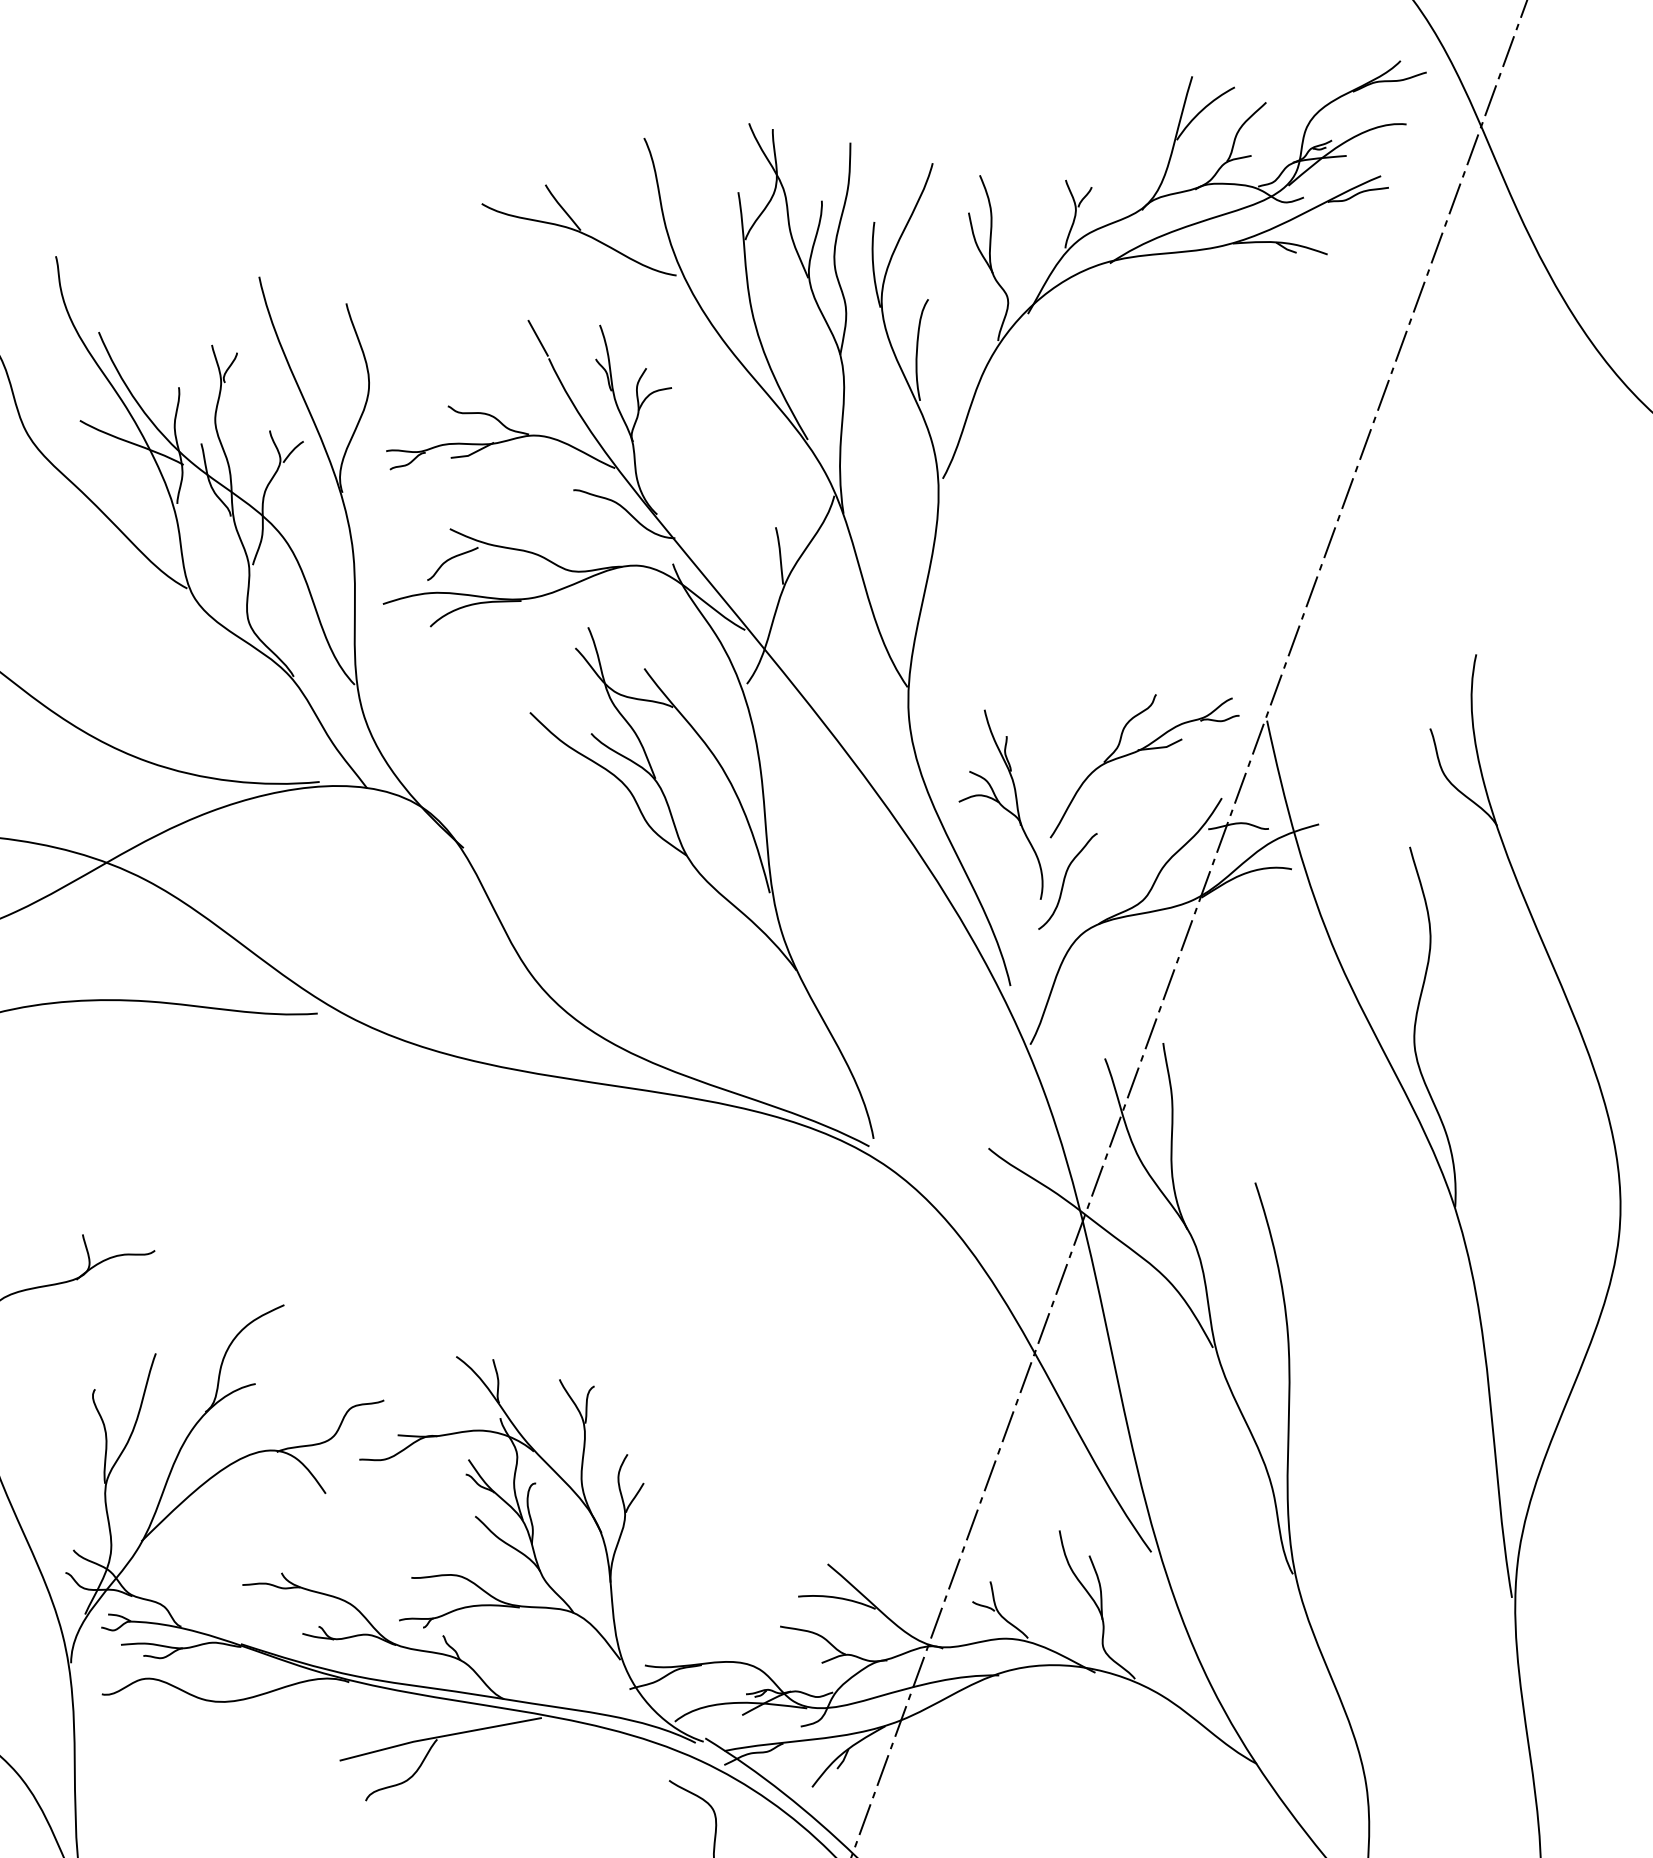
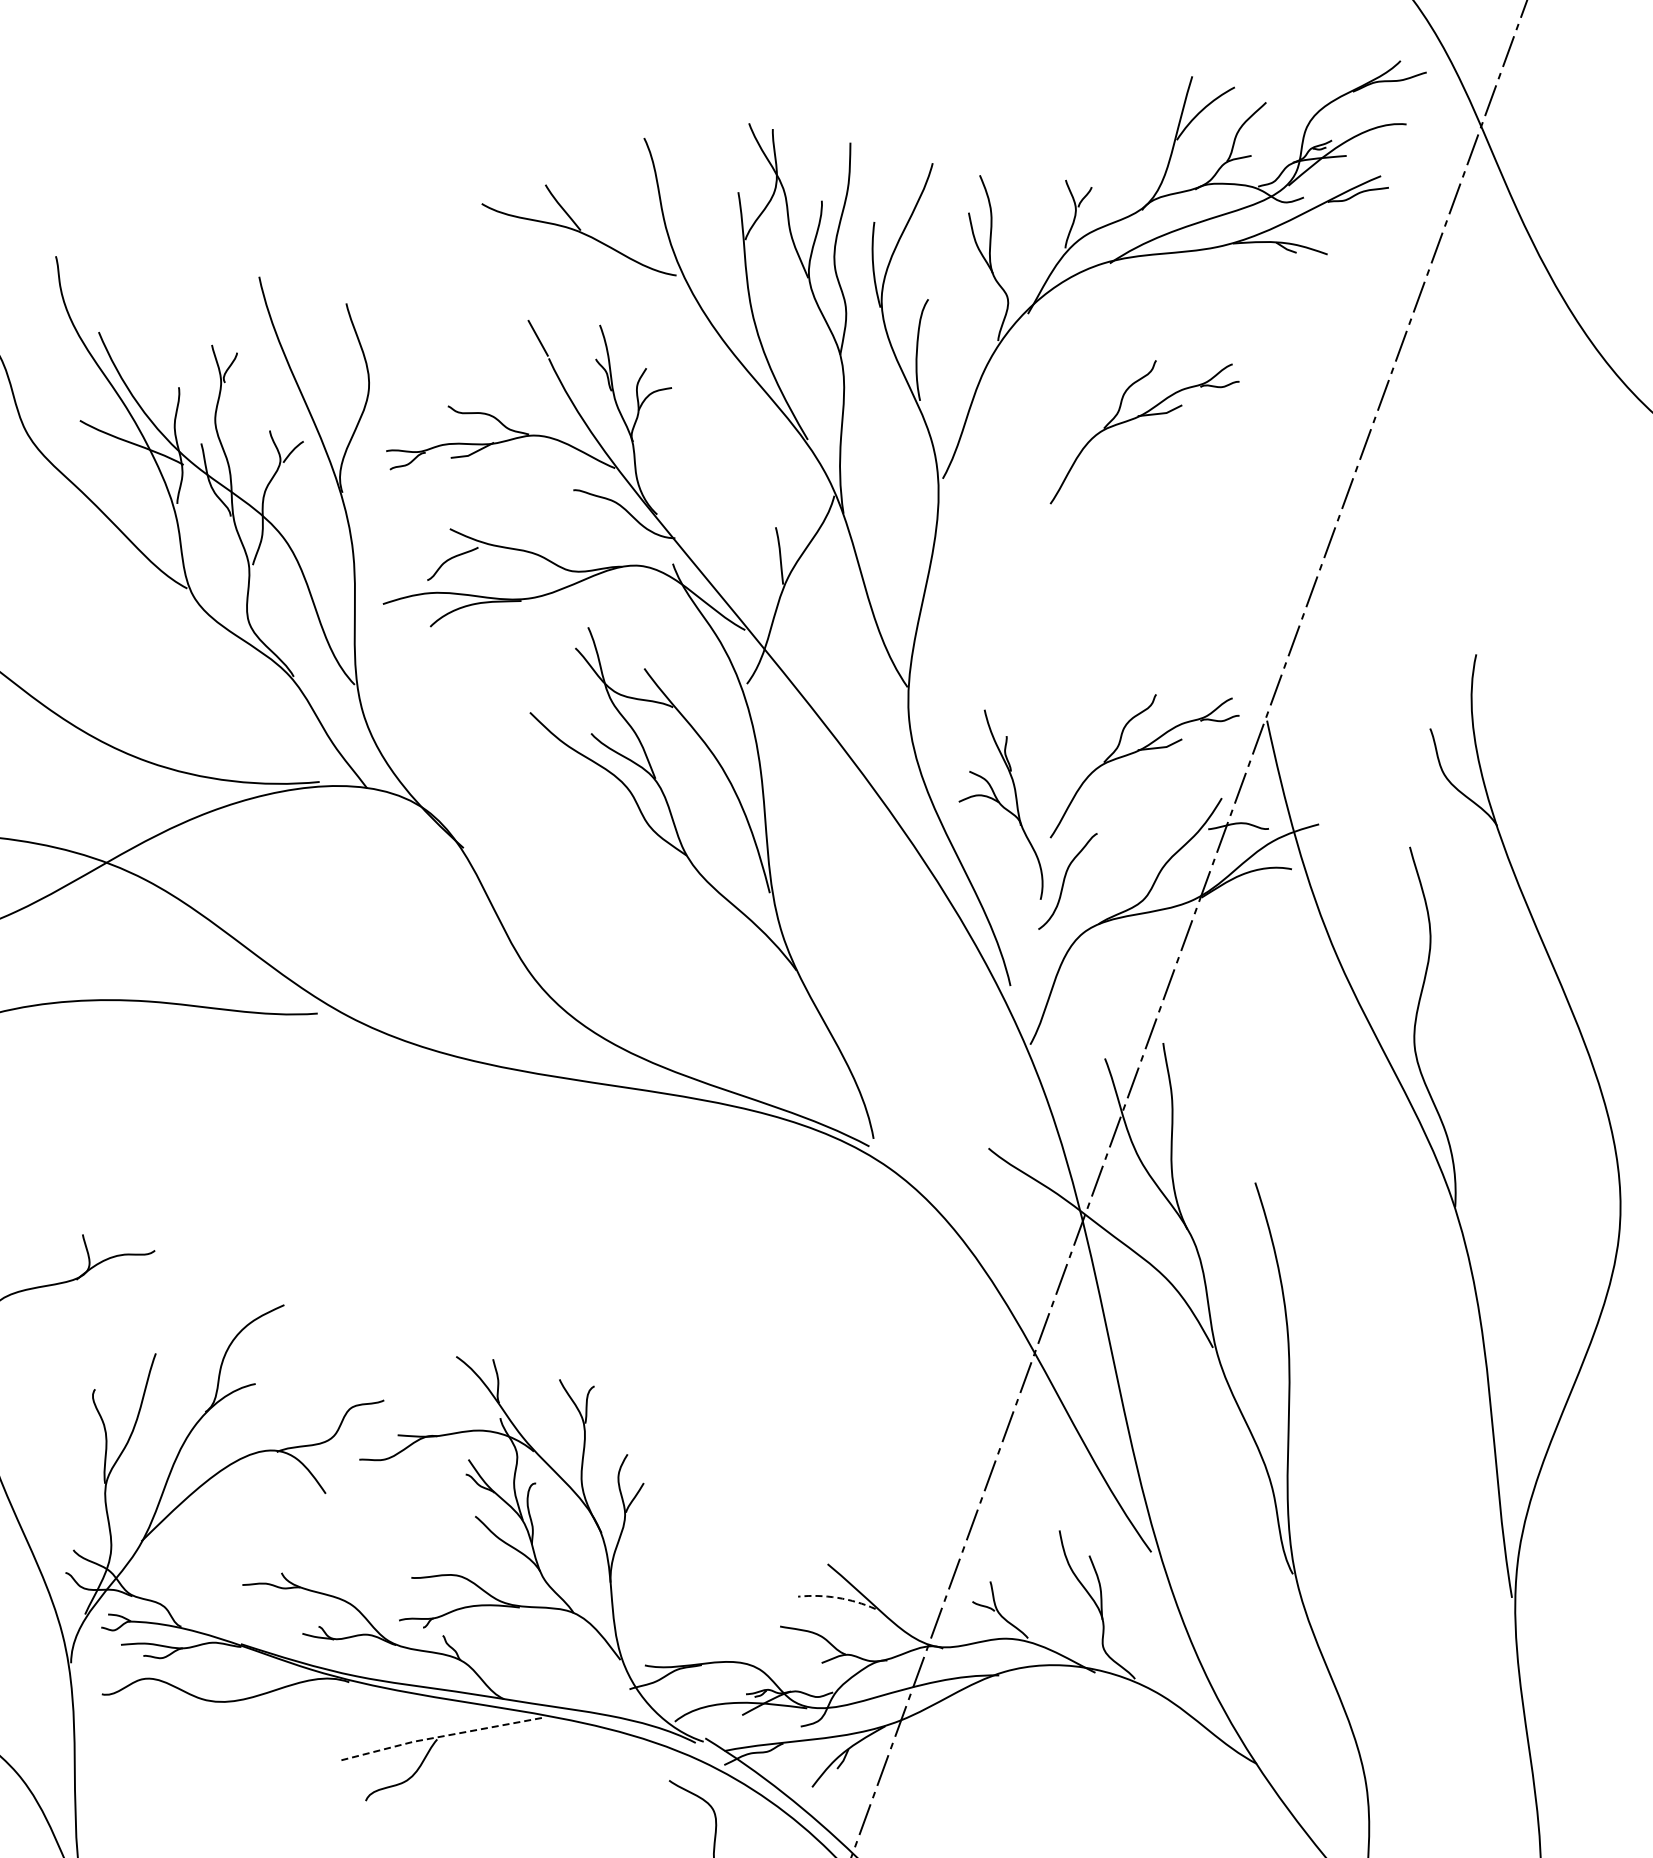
part at (1137, 418): none -> present
arc at (837, 1597): solid -> dashed
line at (438, 1737): solid -> dashed
